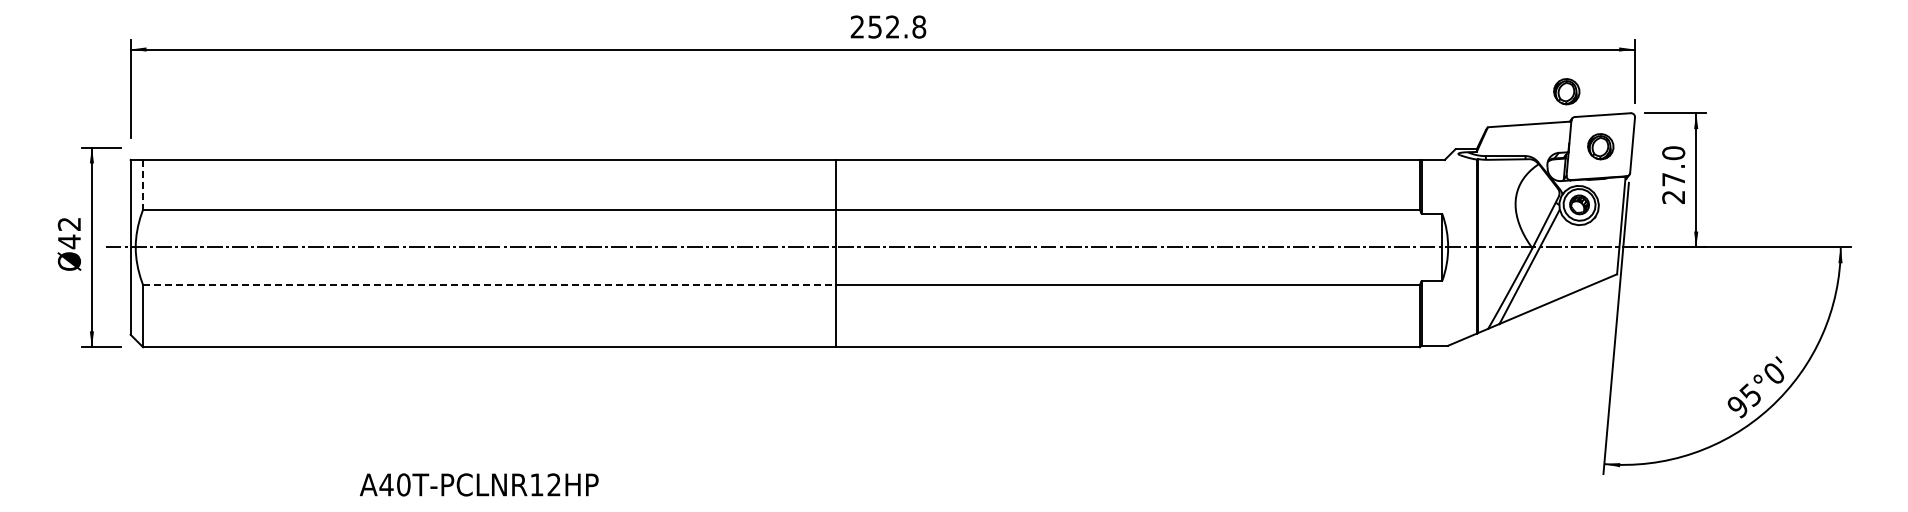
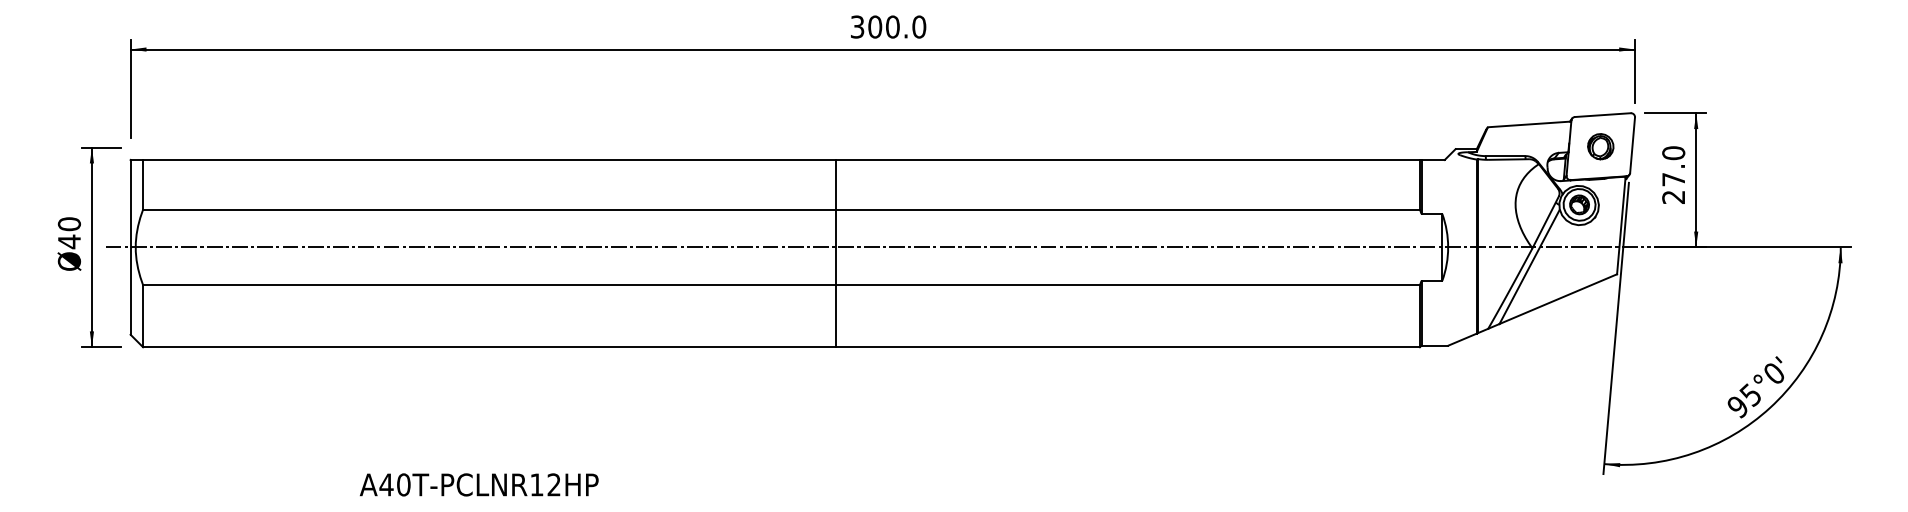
text at (888, 26): 252.8 -> 300.0
part at (1566, 91): present -> none
line at (143, 184): dashed -> solid
text at (69, 224): Ø42 -> Ø40
line at (489, 285): dashed -> solid
